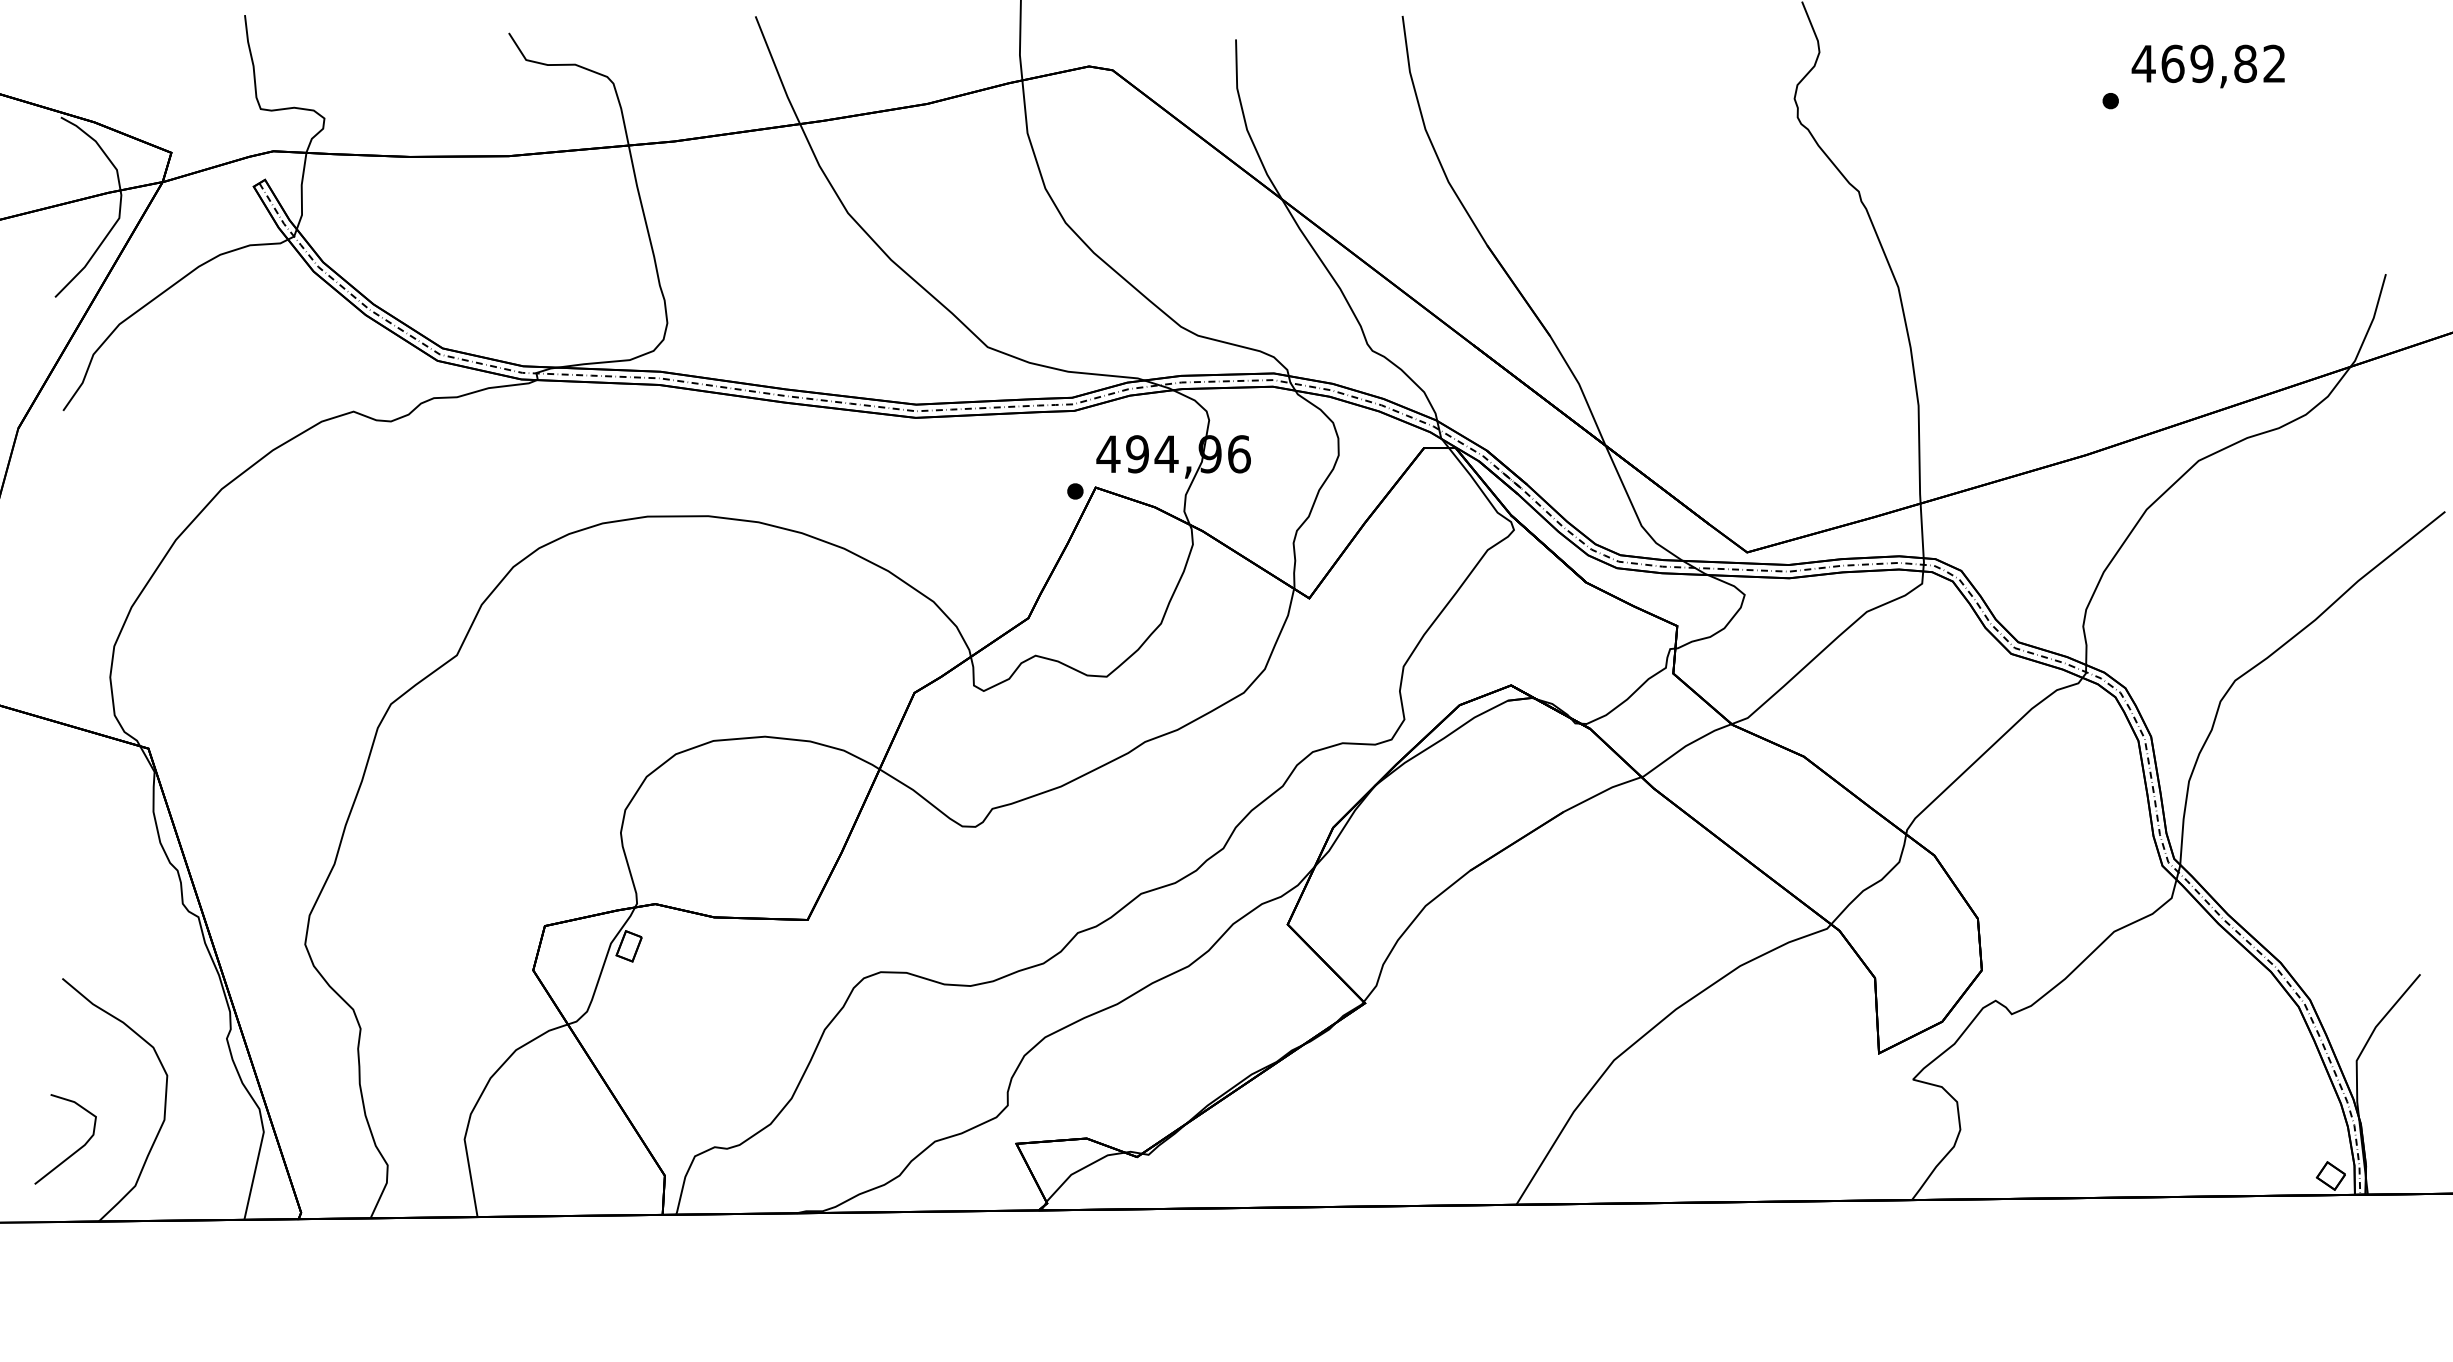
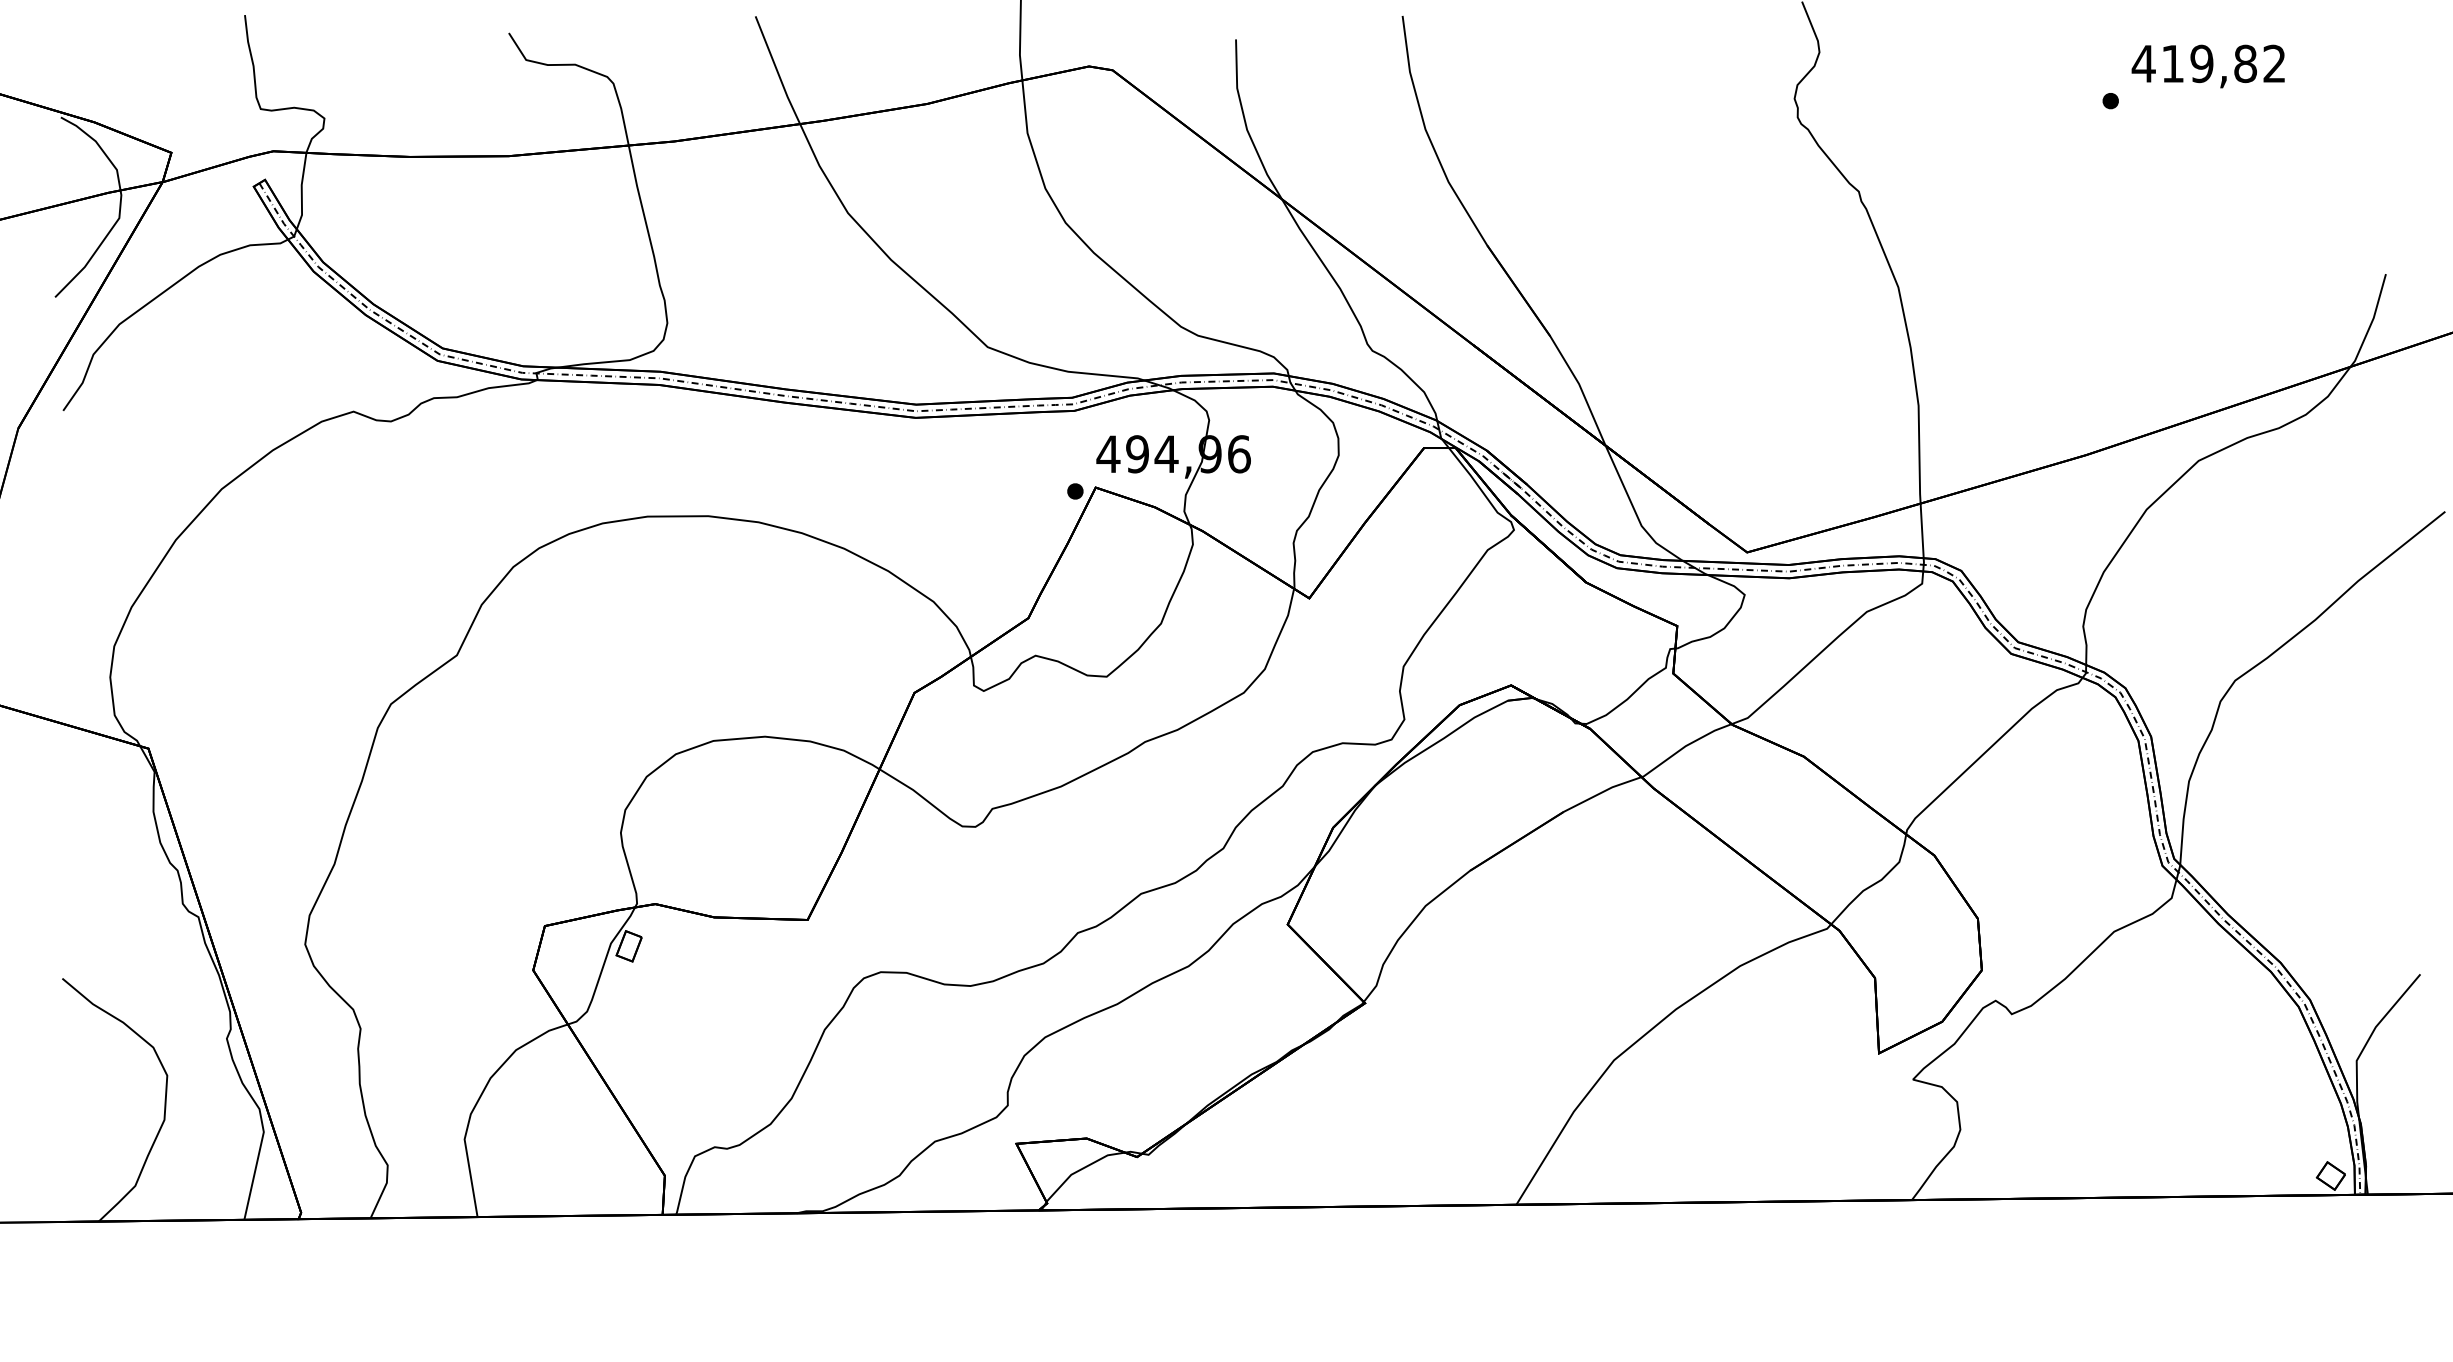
text at (2172, 63): 469,82 -> 419,82
curve at (74, 1151): present -> none
